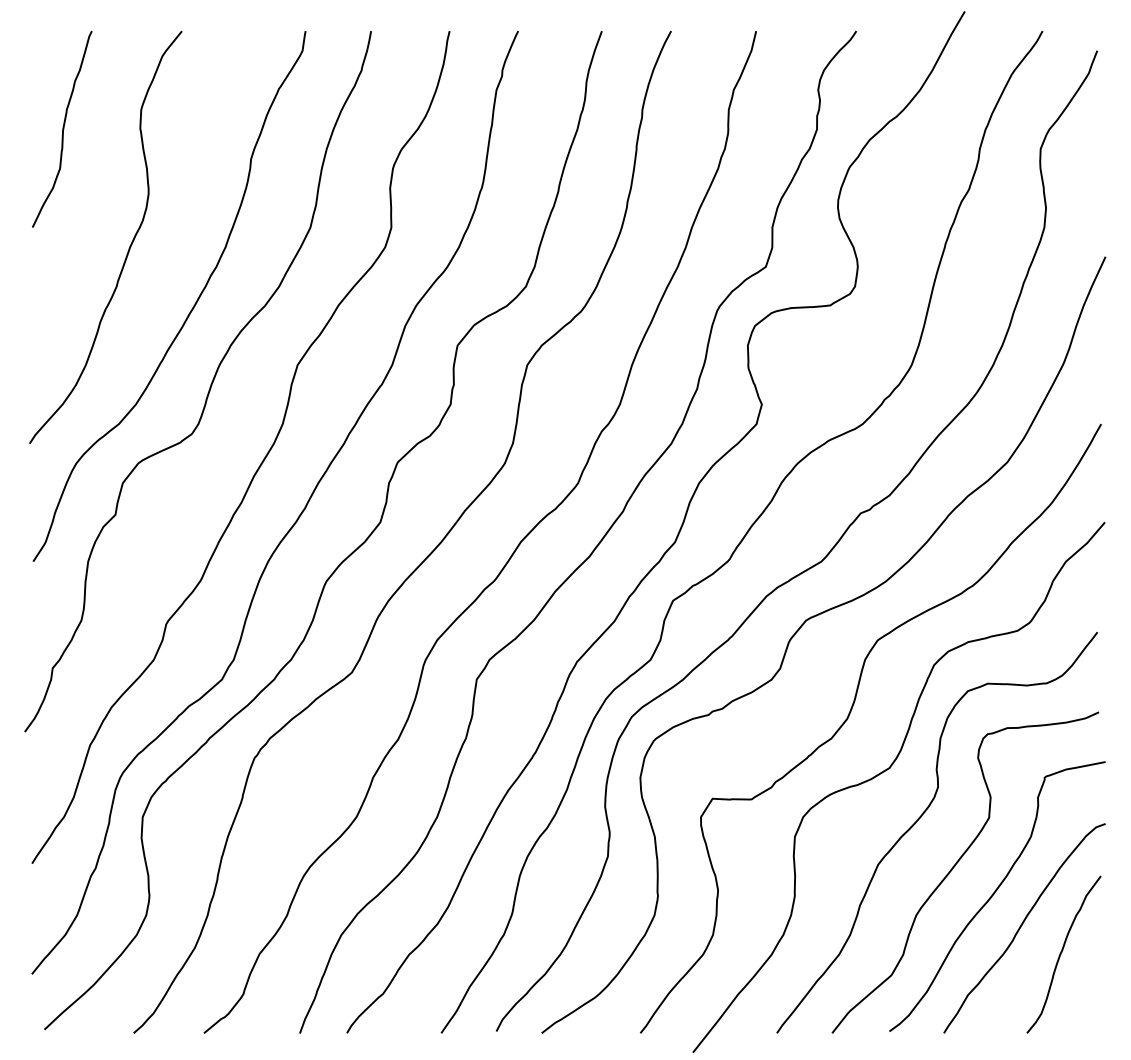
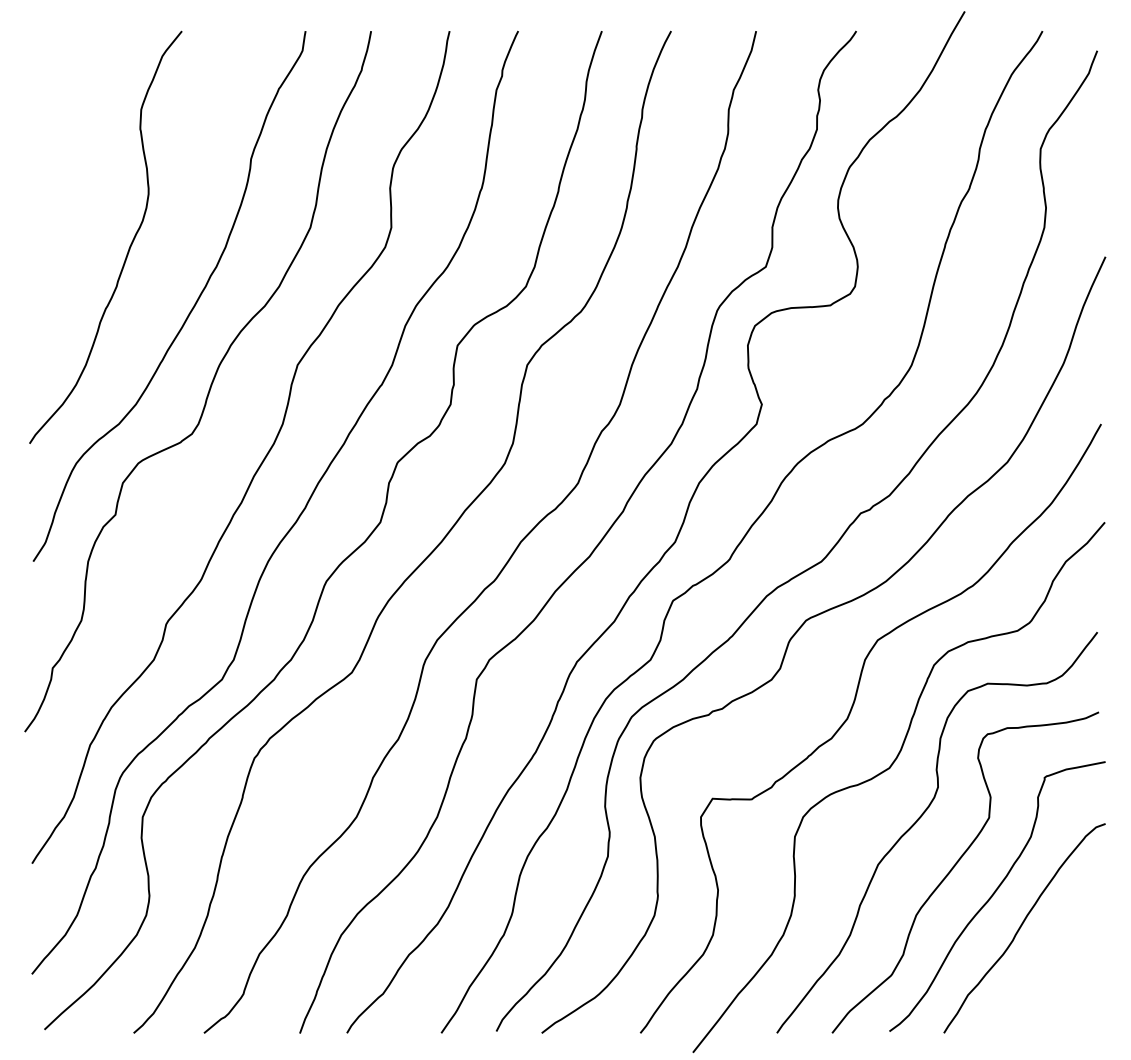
curve at (62, 128): present -> none
curve at (1061, 954): present -> none
